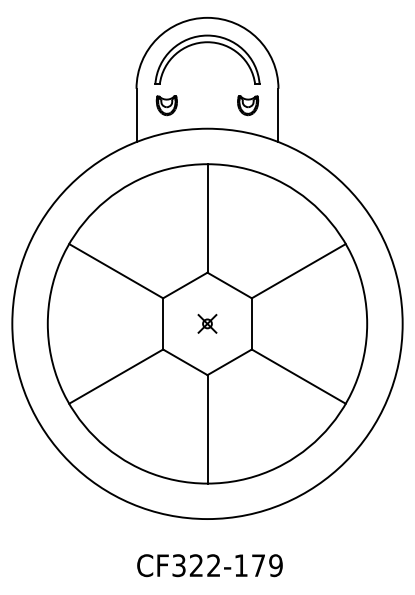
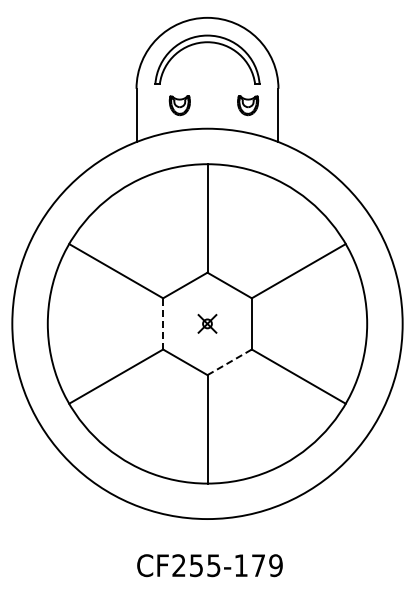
part at (166, 105) position: (166, 105) -> (179, 105)
line at (163, 323): solid -> dashed
line at (229, 362): solid -> dashed
text at (196, 565): CF322-179 -> CF255-179
